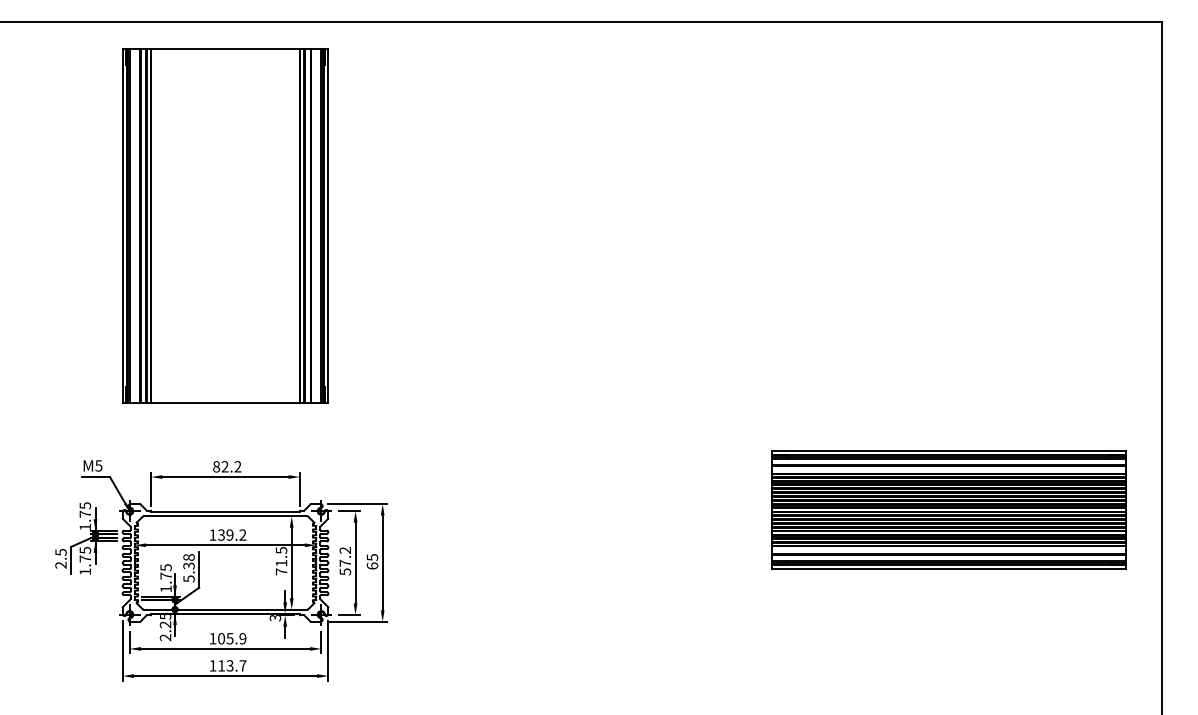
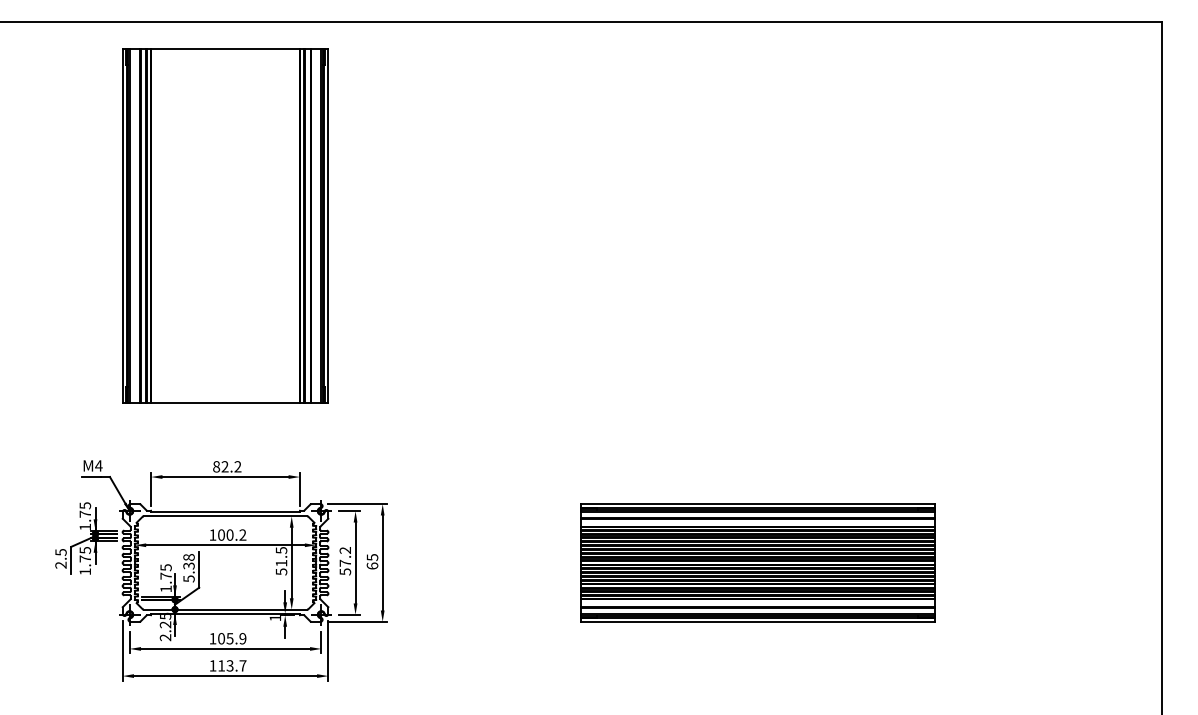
text at (98, 465): M5 -> M4
part at (948, 509) position: (948, 509) -> (757, 562)
text at (225, 534): 139.2 -> 100.2
text at (281, 571): 71.5 -> 51.5
text at (275, 618): 3 -> 1
